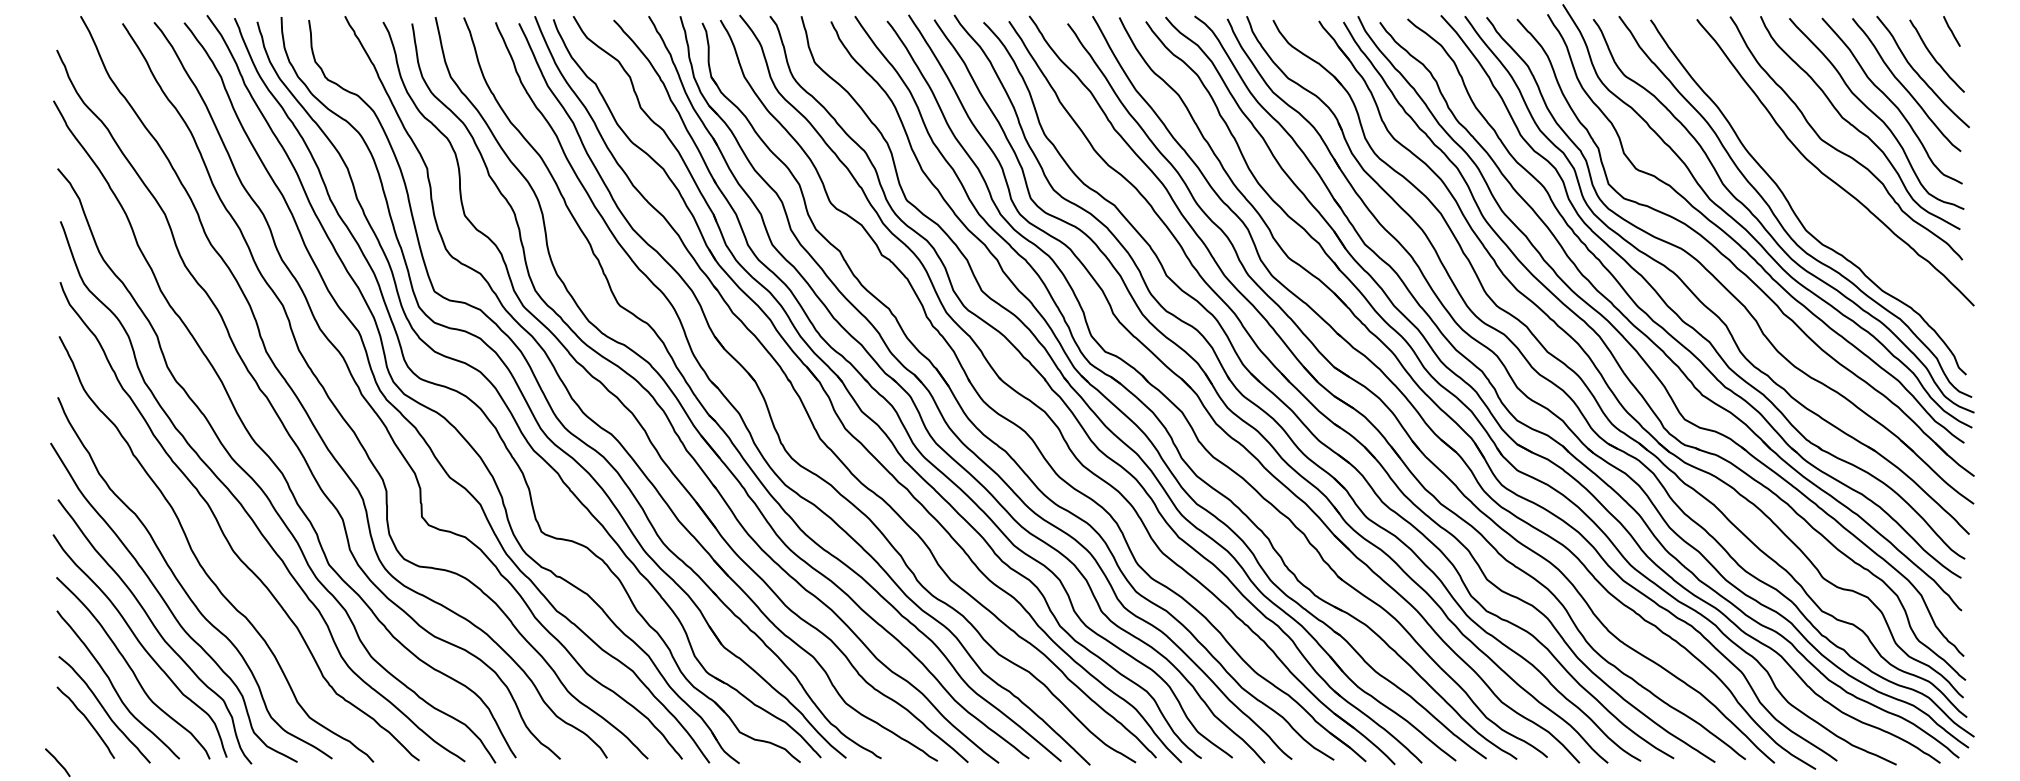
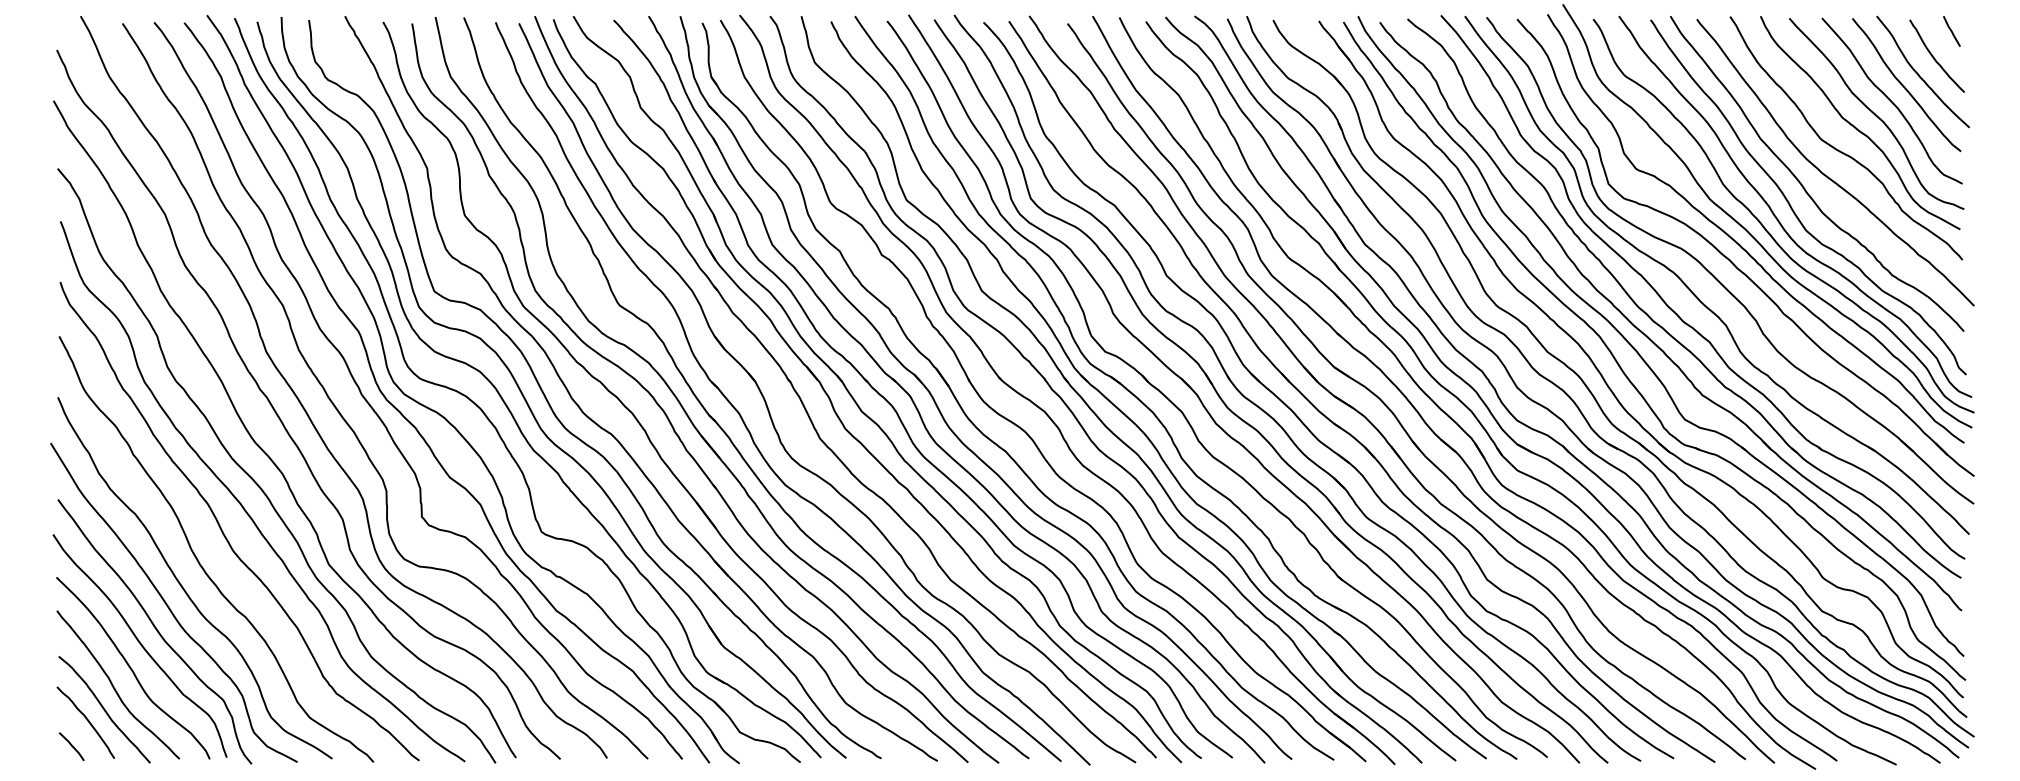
curve at (1803, 185): none -> present
line at (57, 762) position: (57, 762) -> (71, 746)
